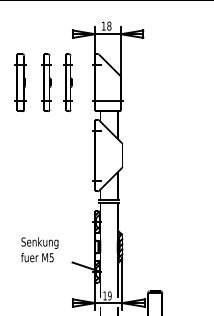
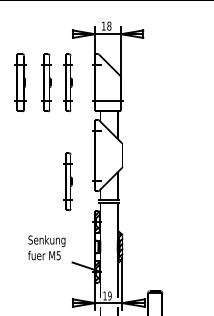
part at (67, 181): none -> present
text at (39, 249) position: (39, 249) -> (46, 247)
